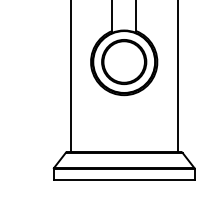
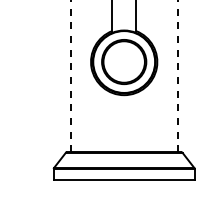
line at (70, 76): solid -> dashed
line at (177, 76): solid -> dashed
